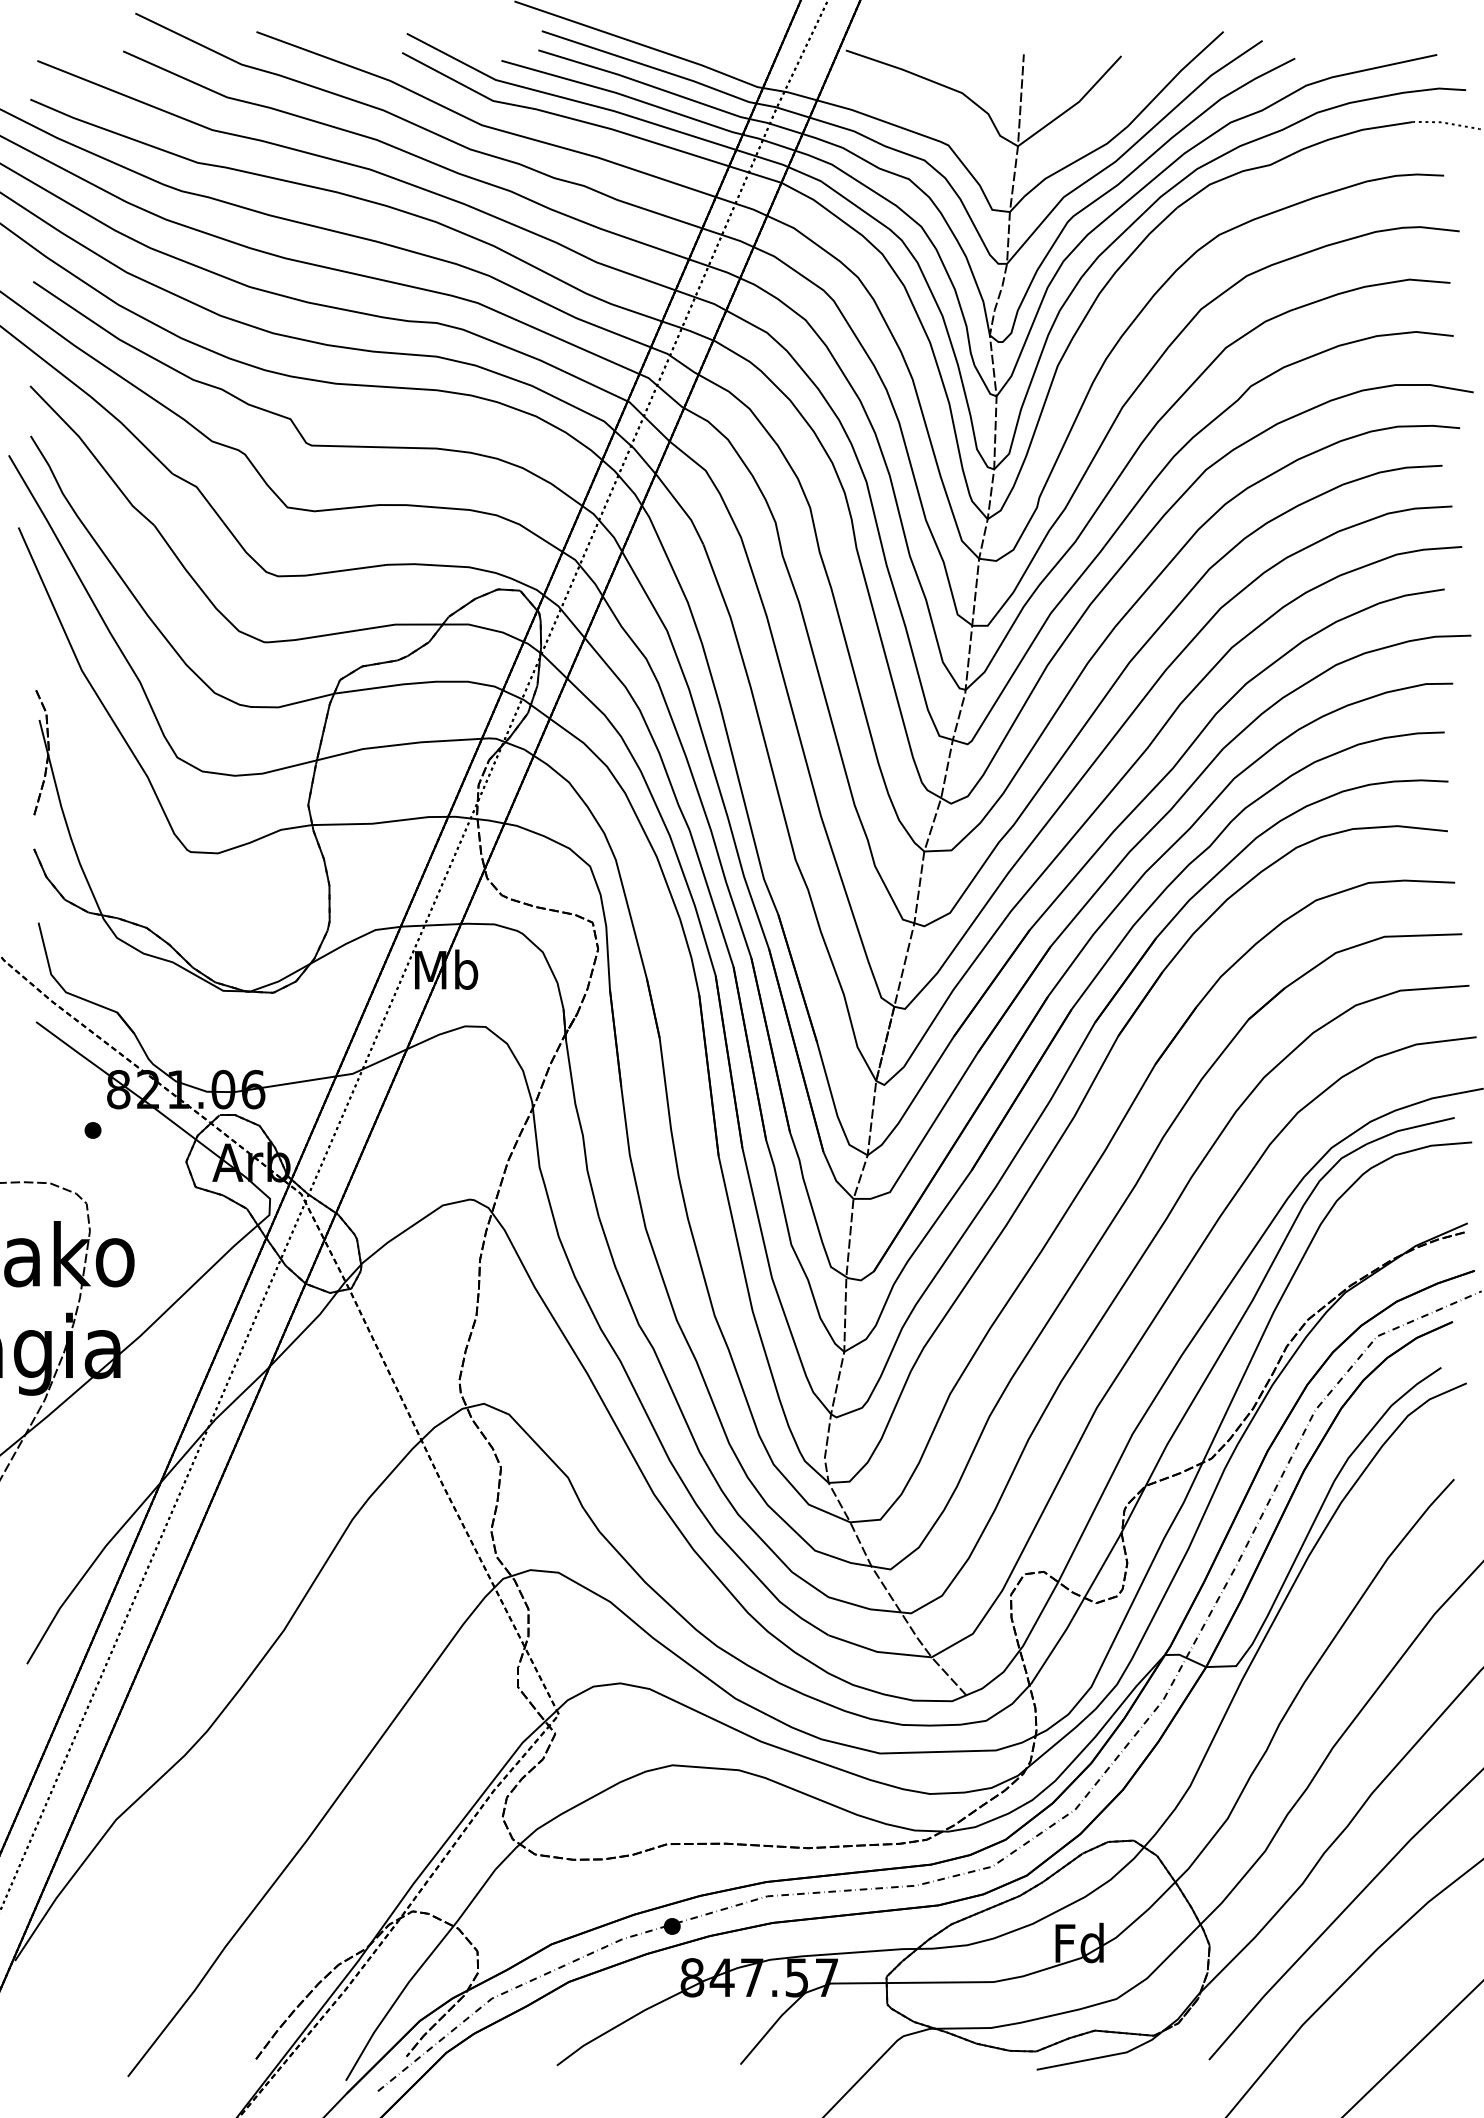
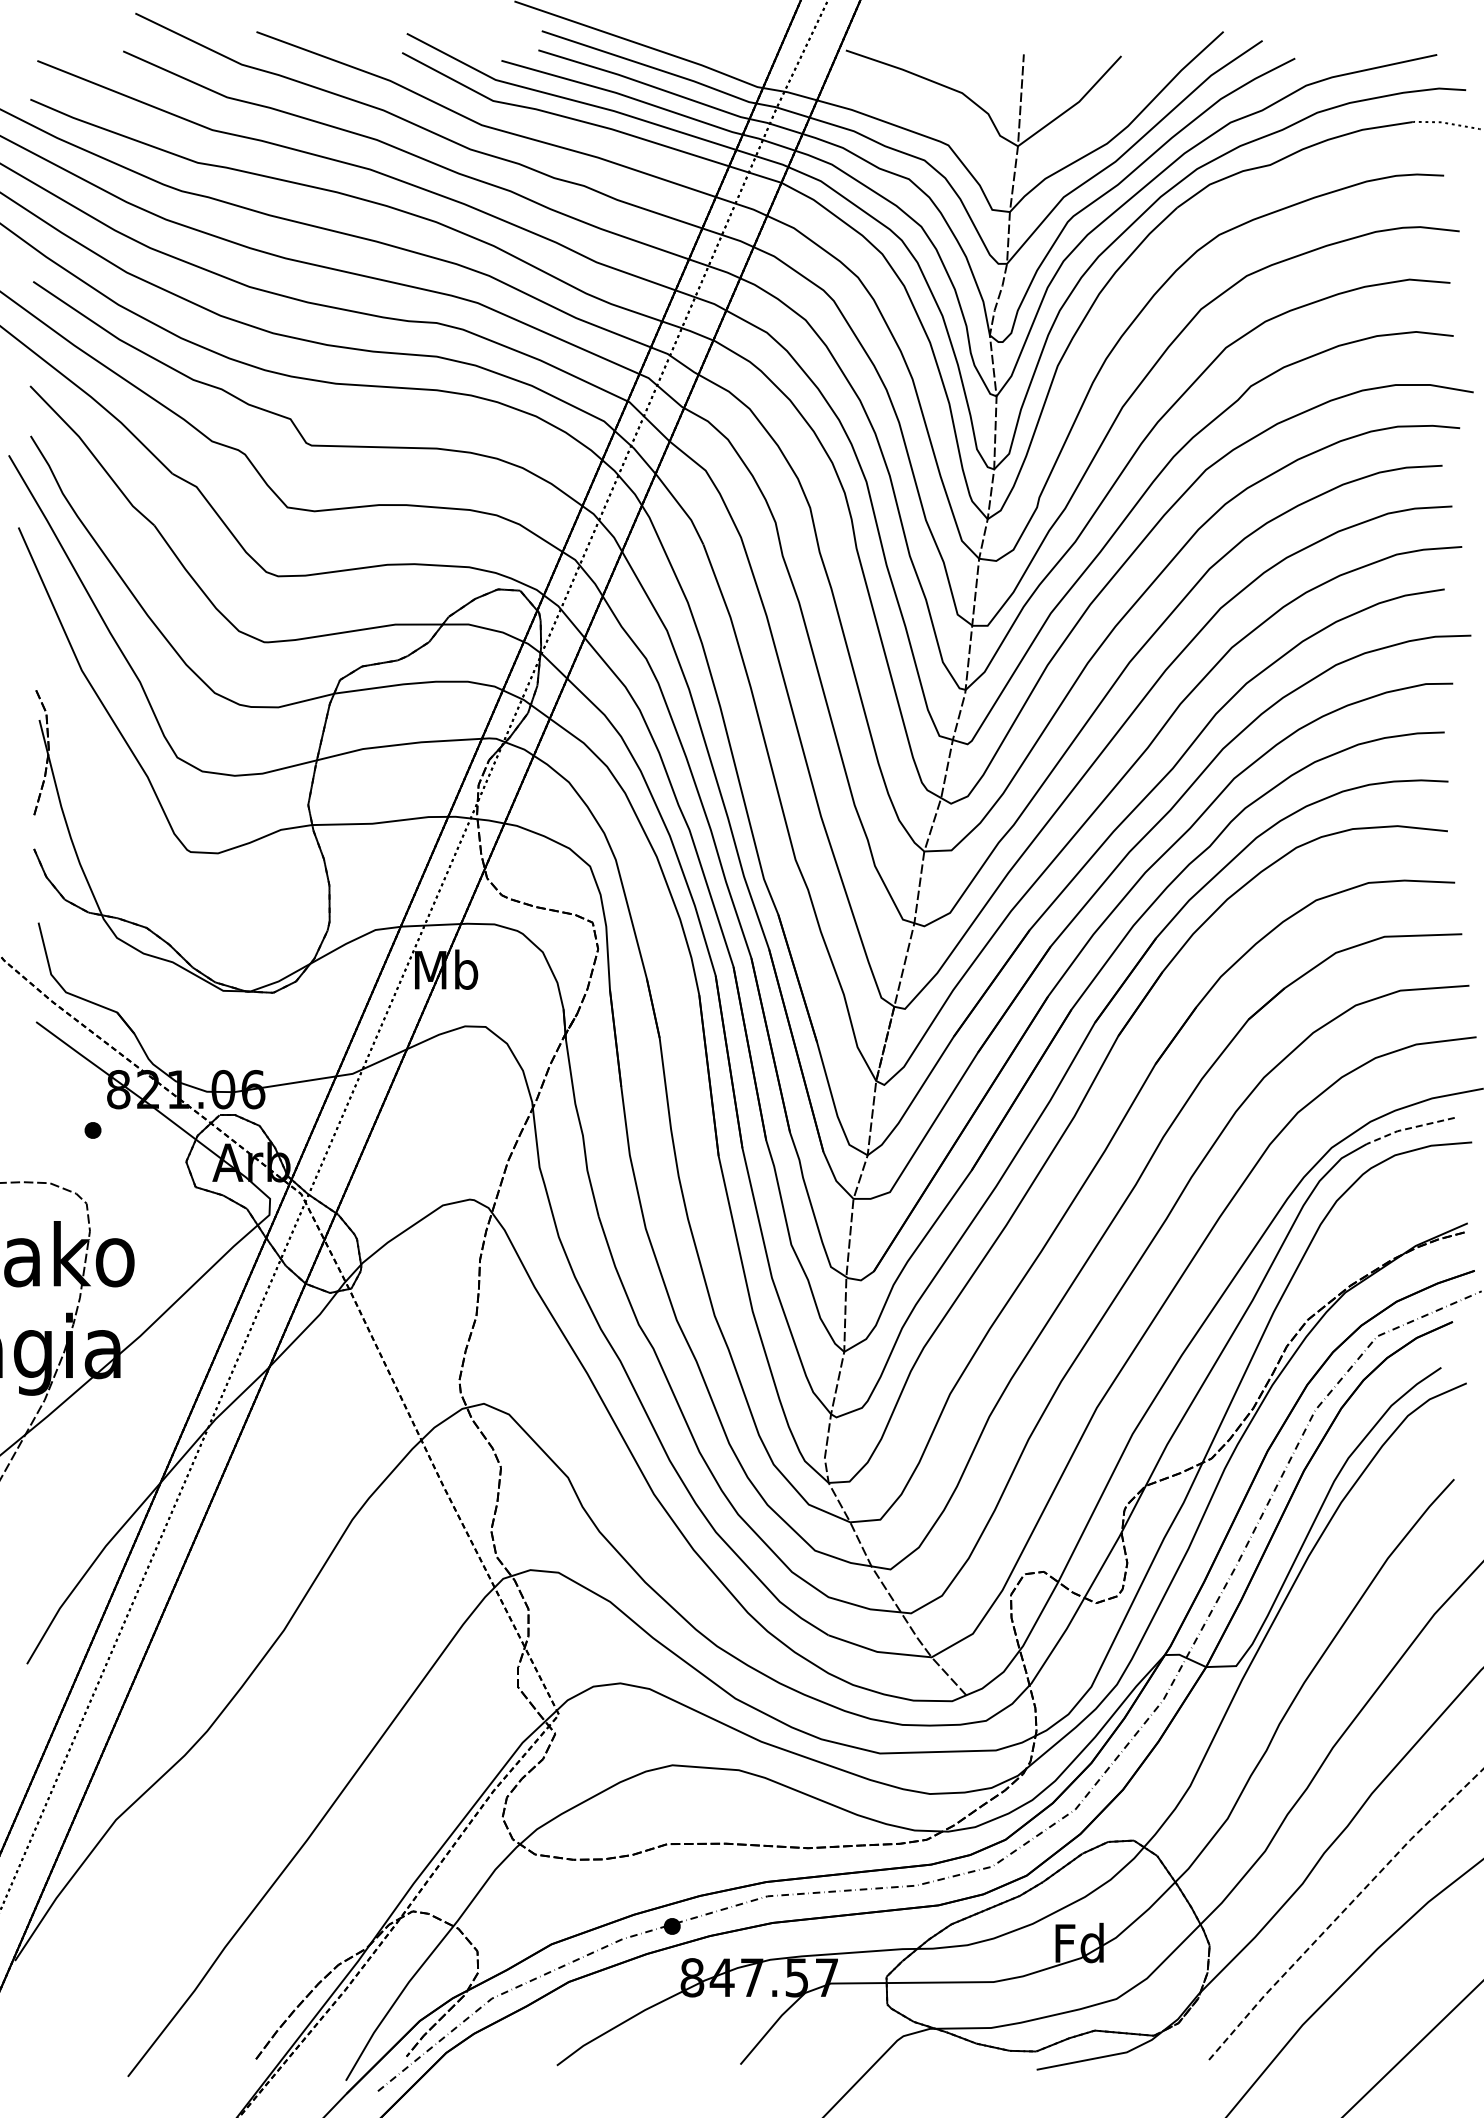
line at (1409, 1128): solid -> dashed
line at (1343, 1911): solid -> dashed
